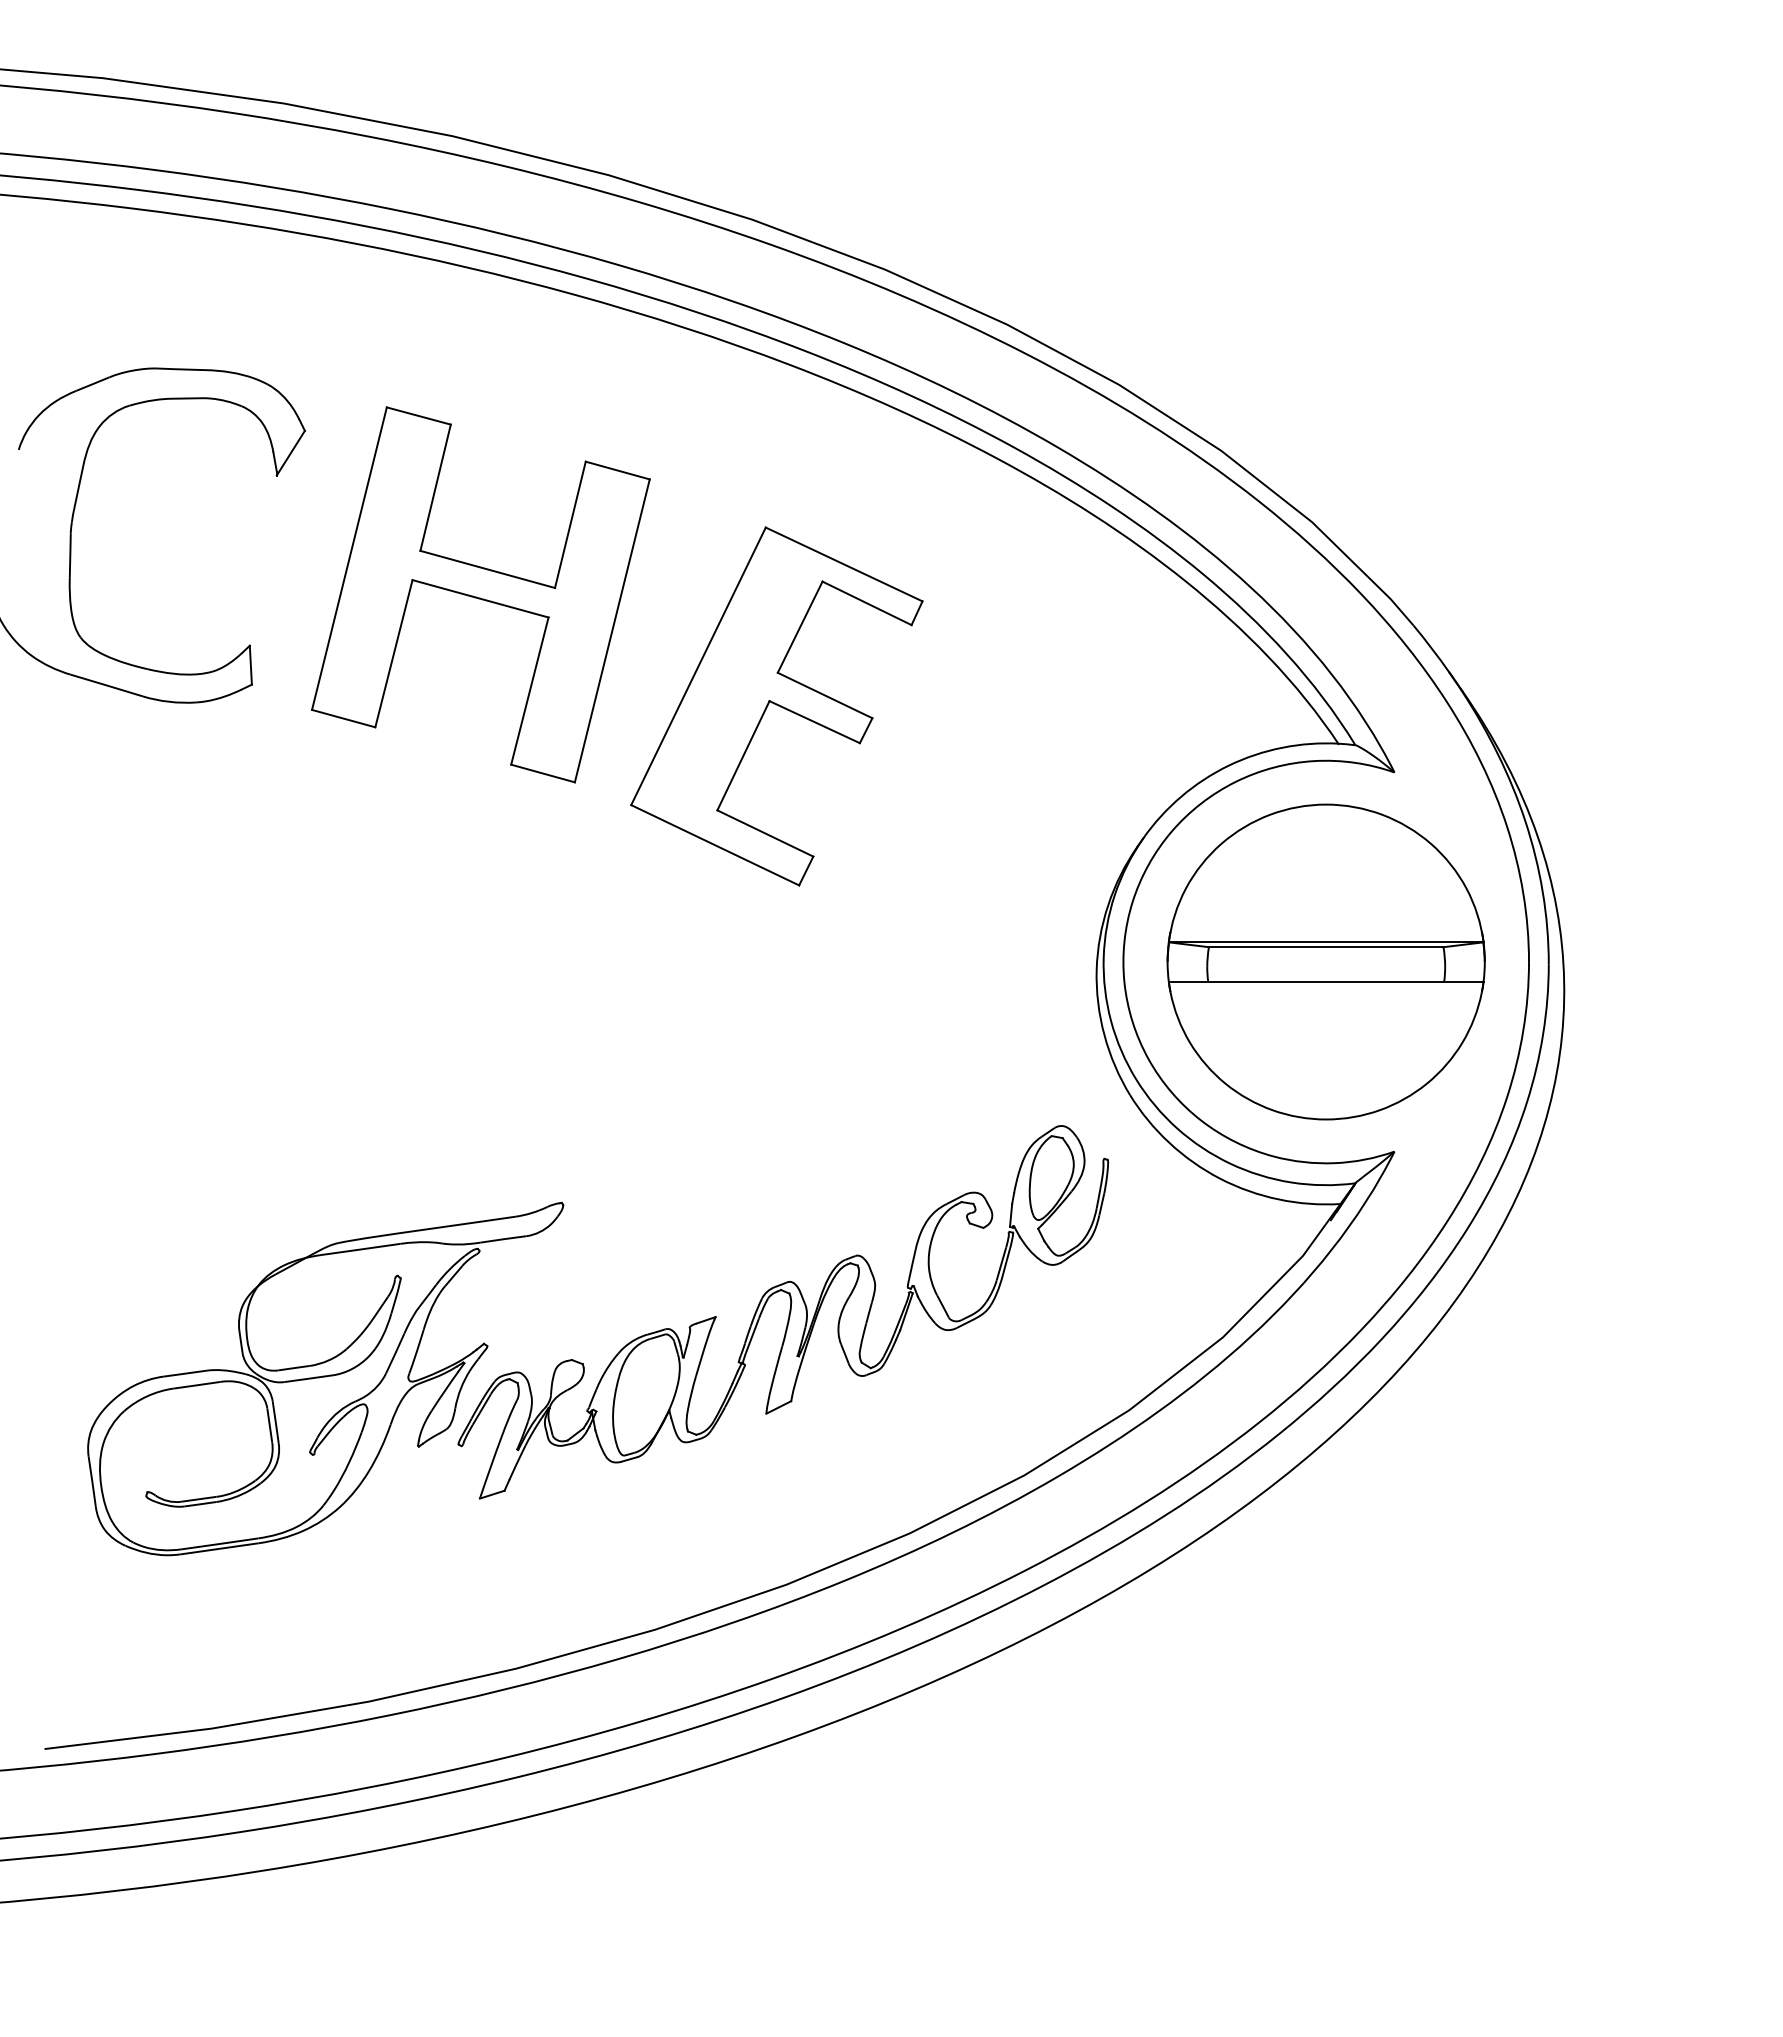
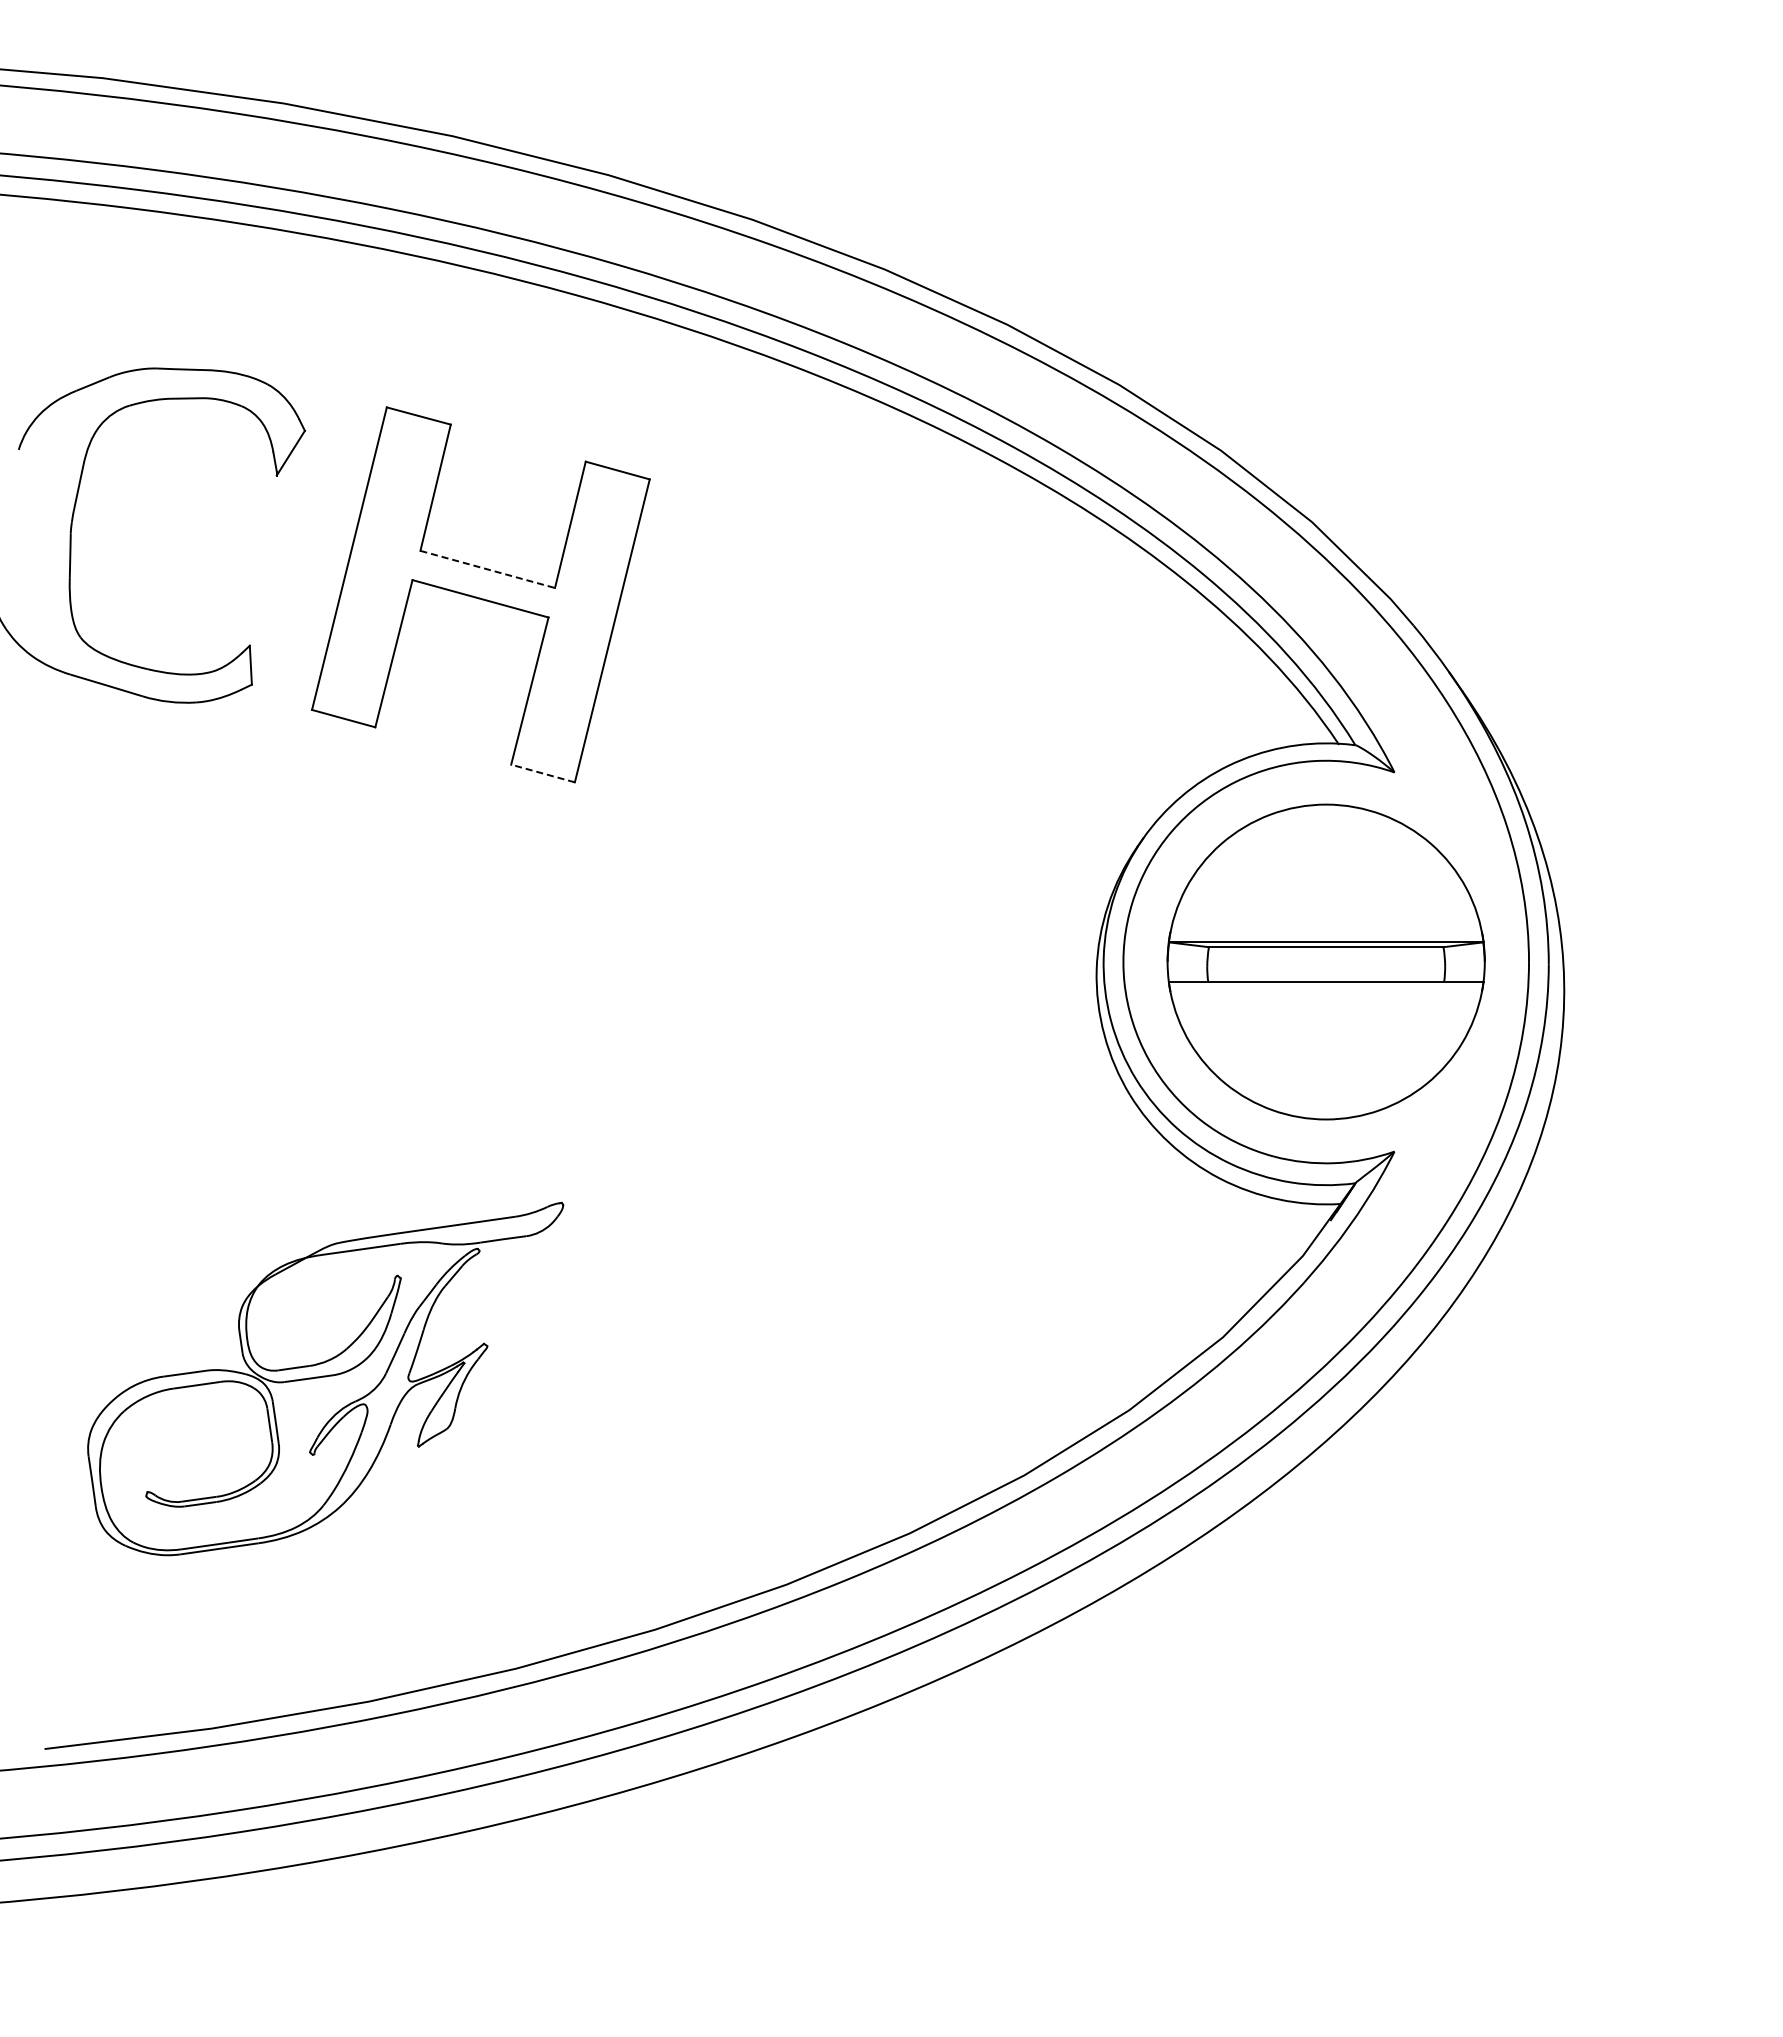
line at (487, 569): solid -> dashed
part at (776, 706): present -> none
line at (542, 773): solid -> dashed
part at (783, 1312): present -> none
